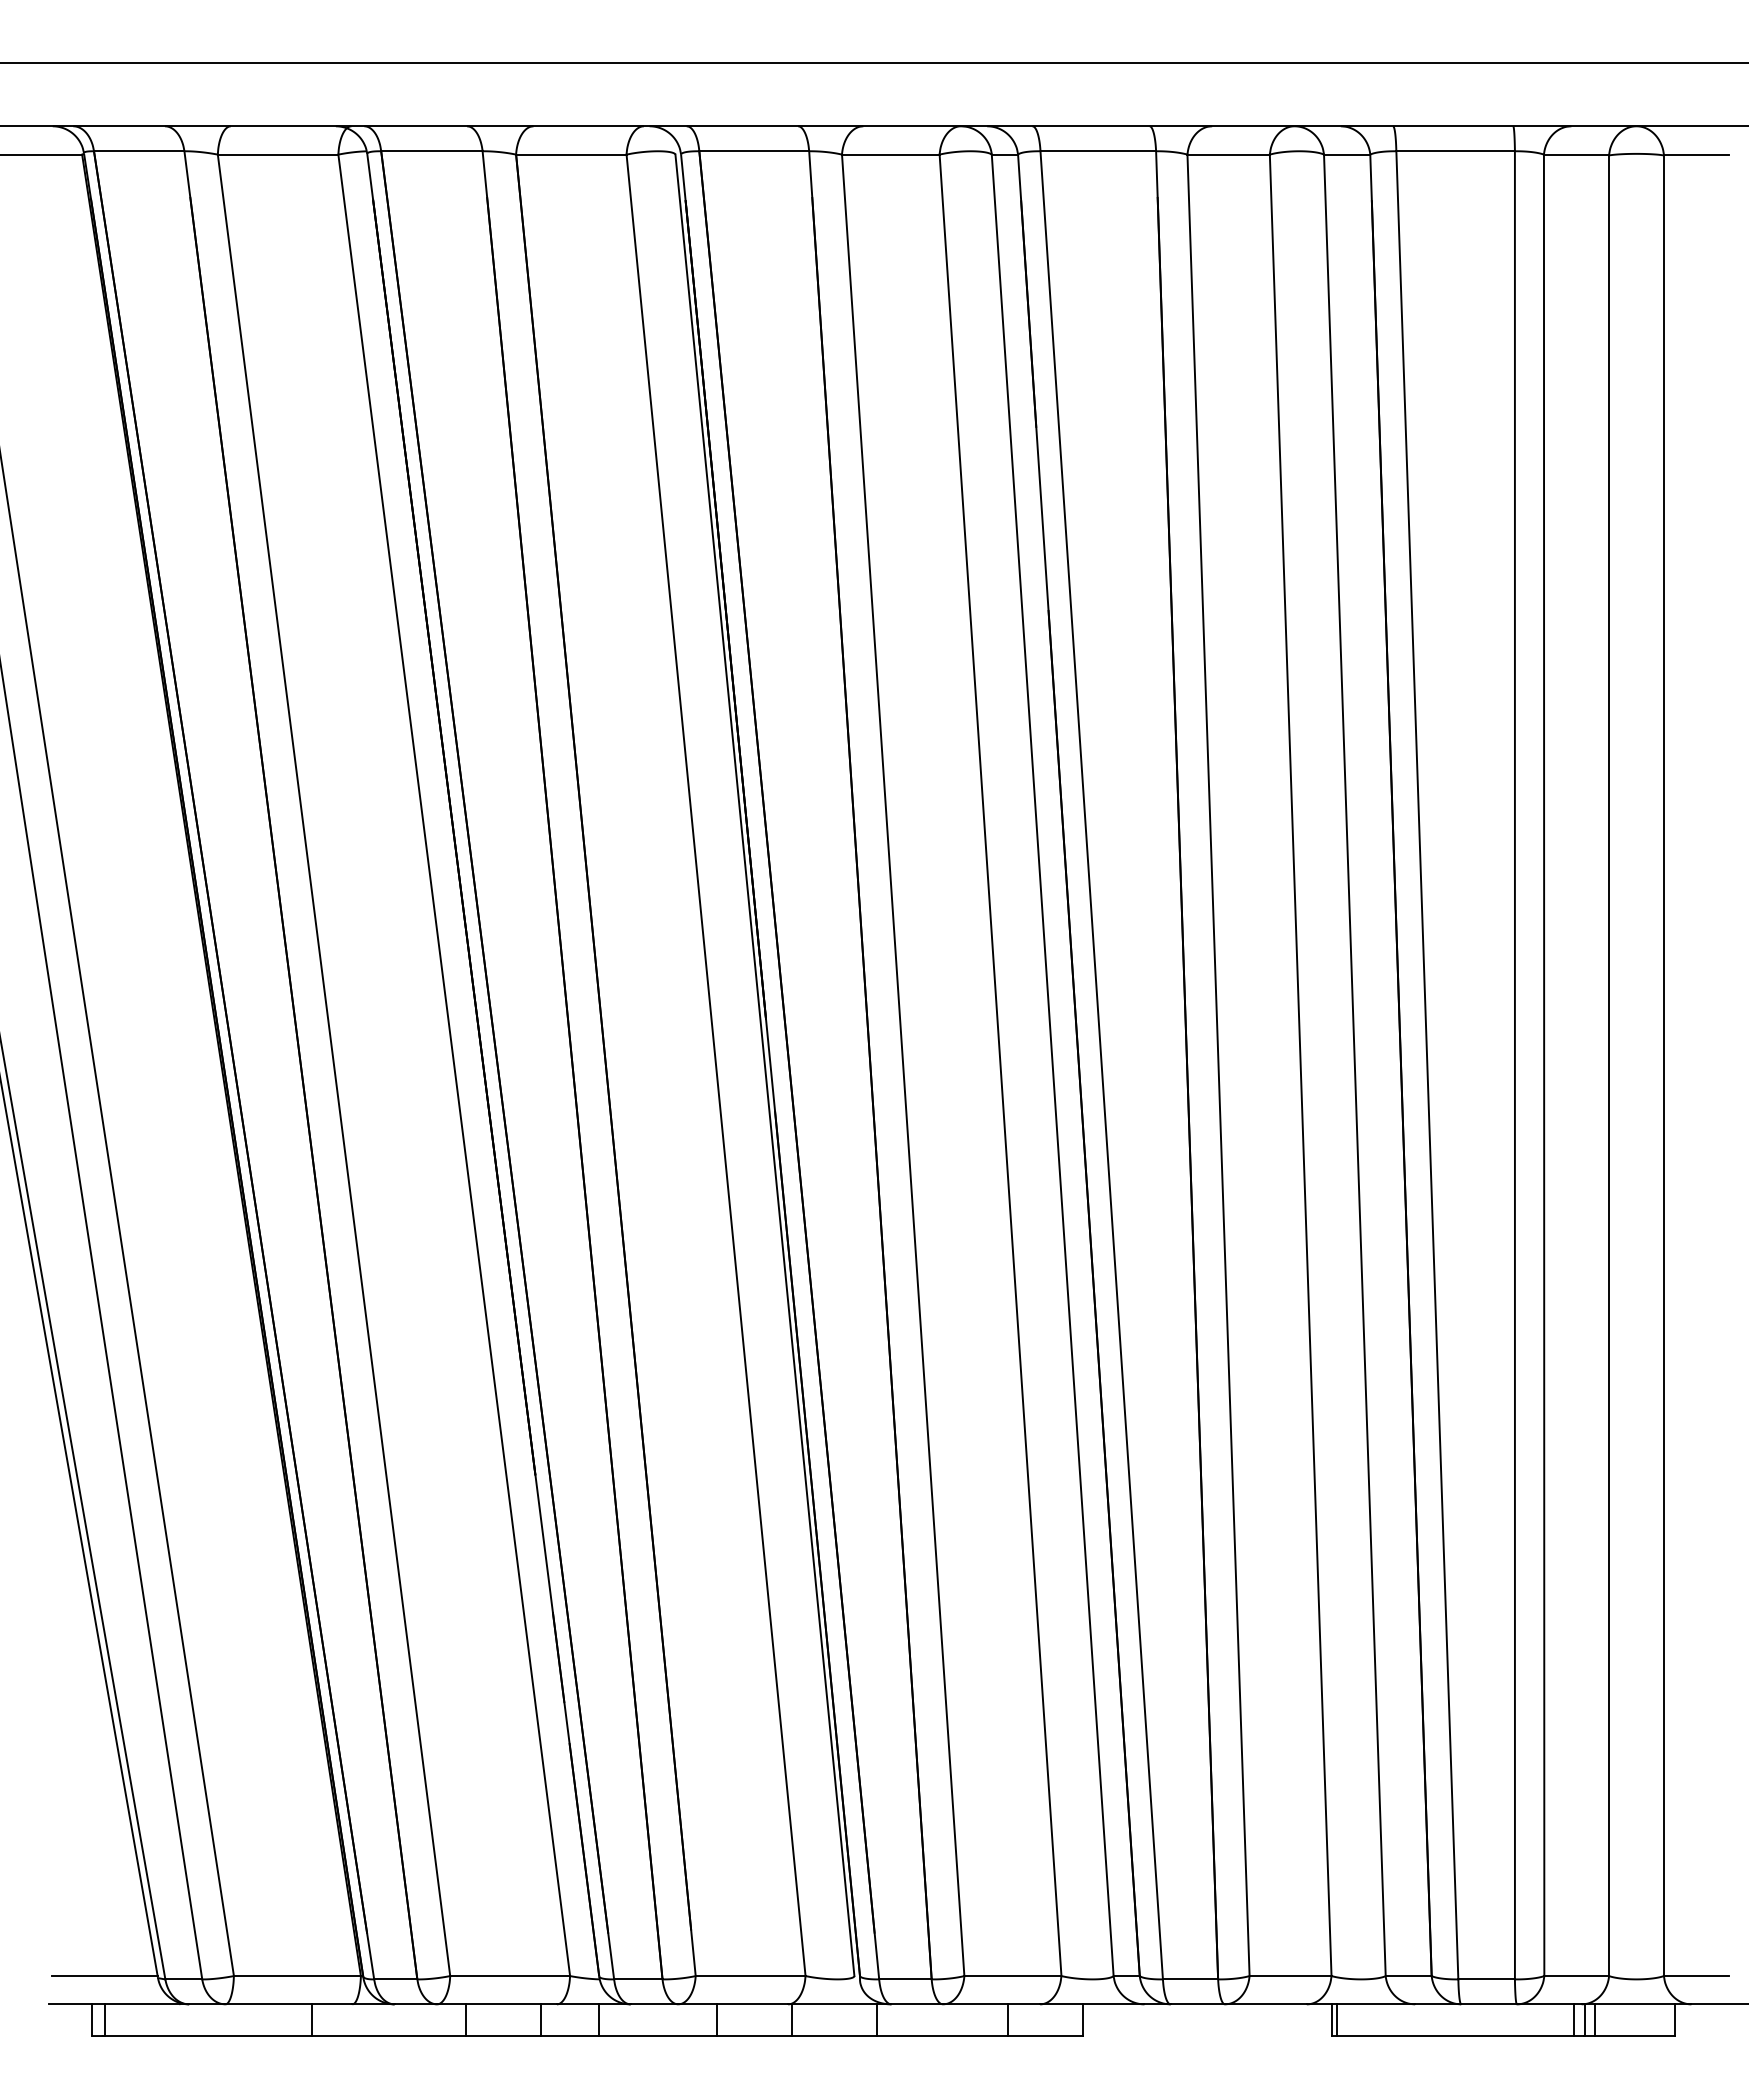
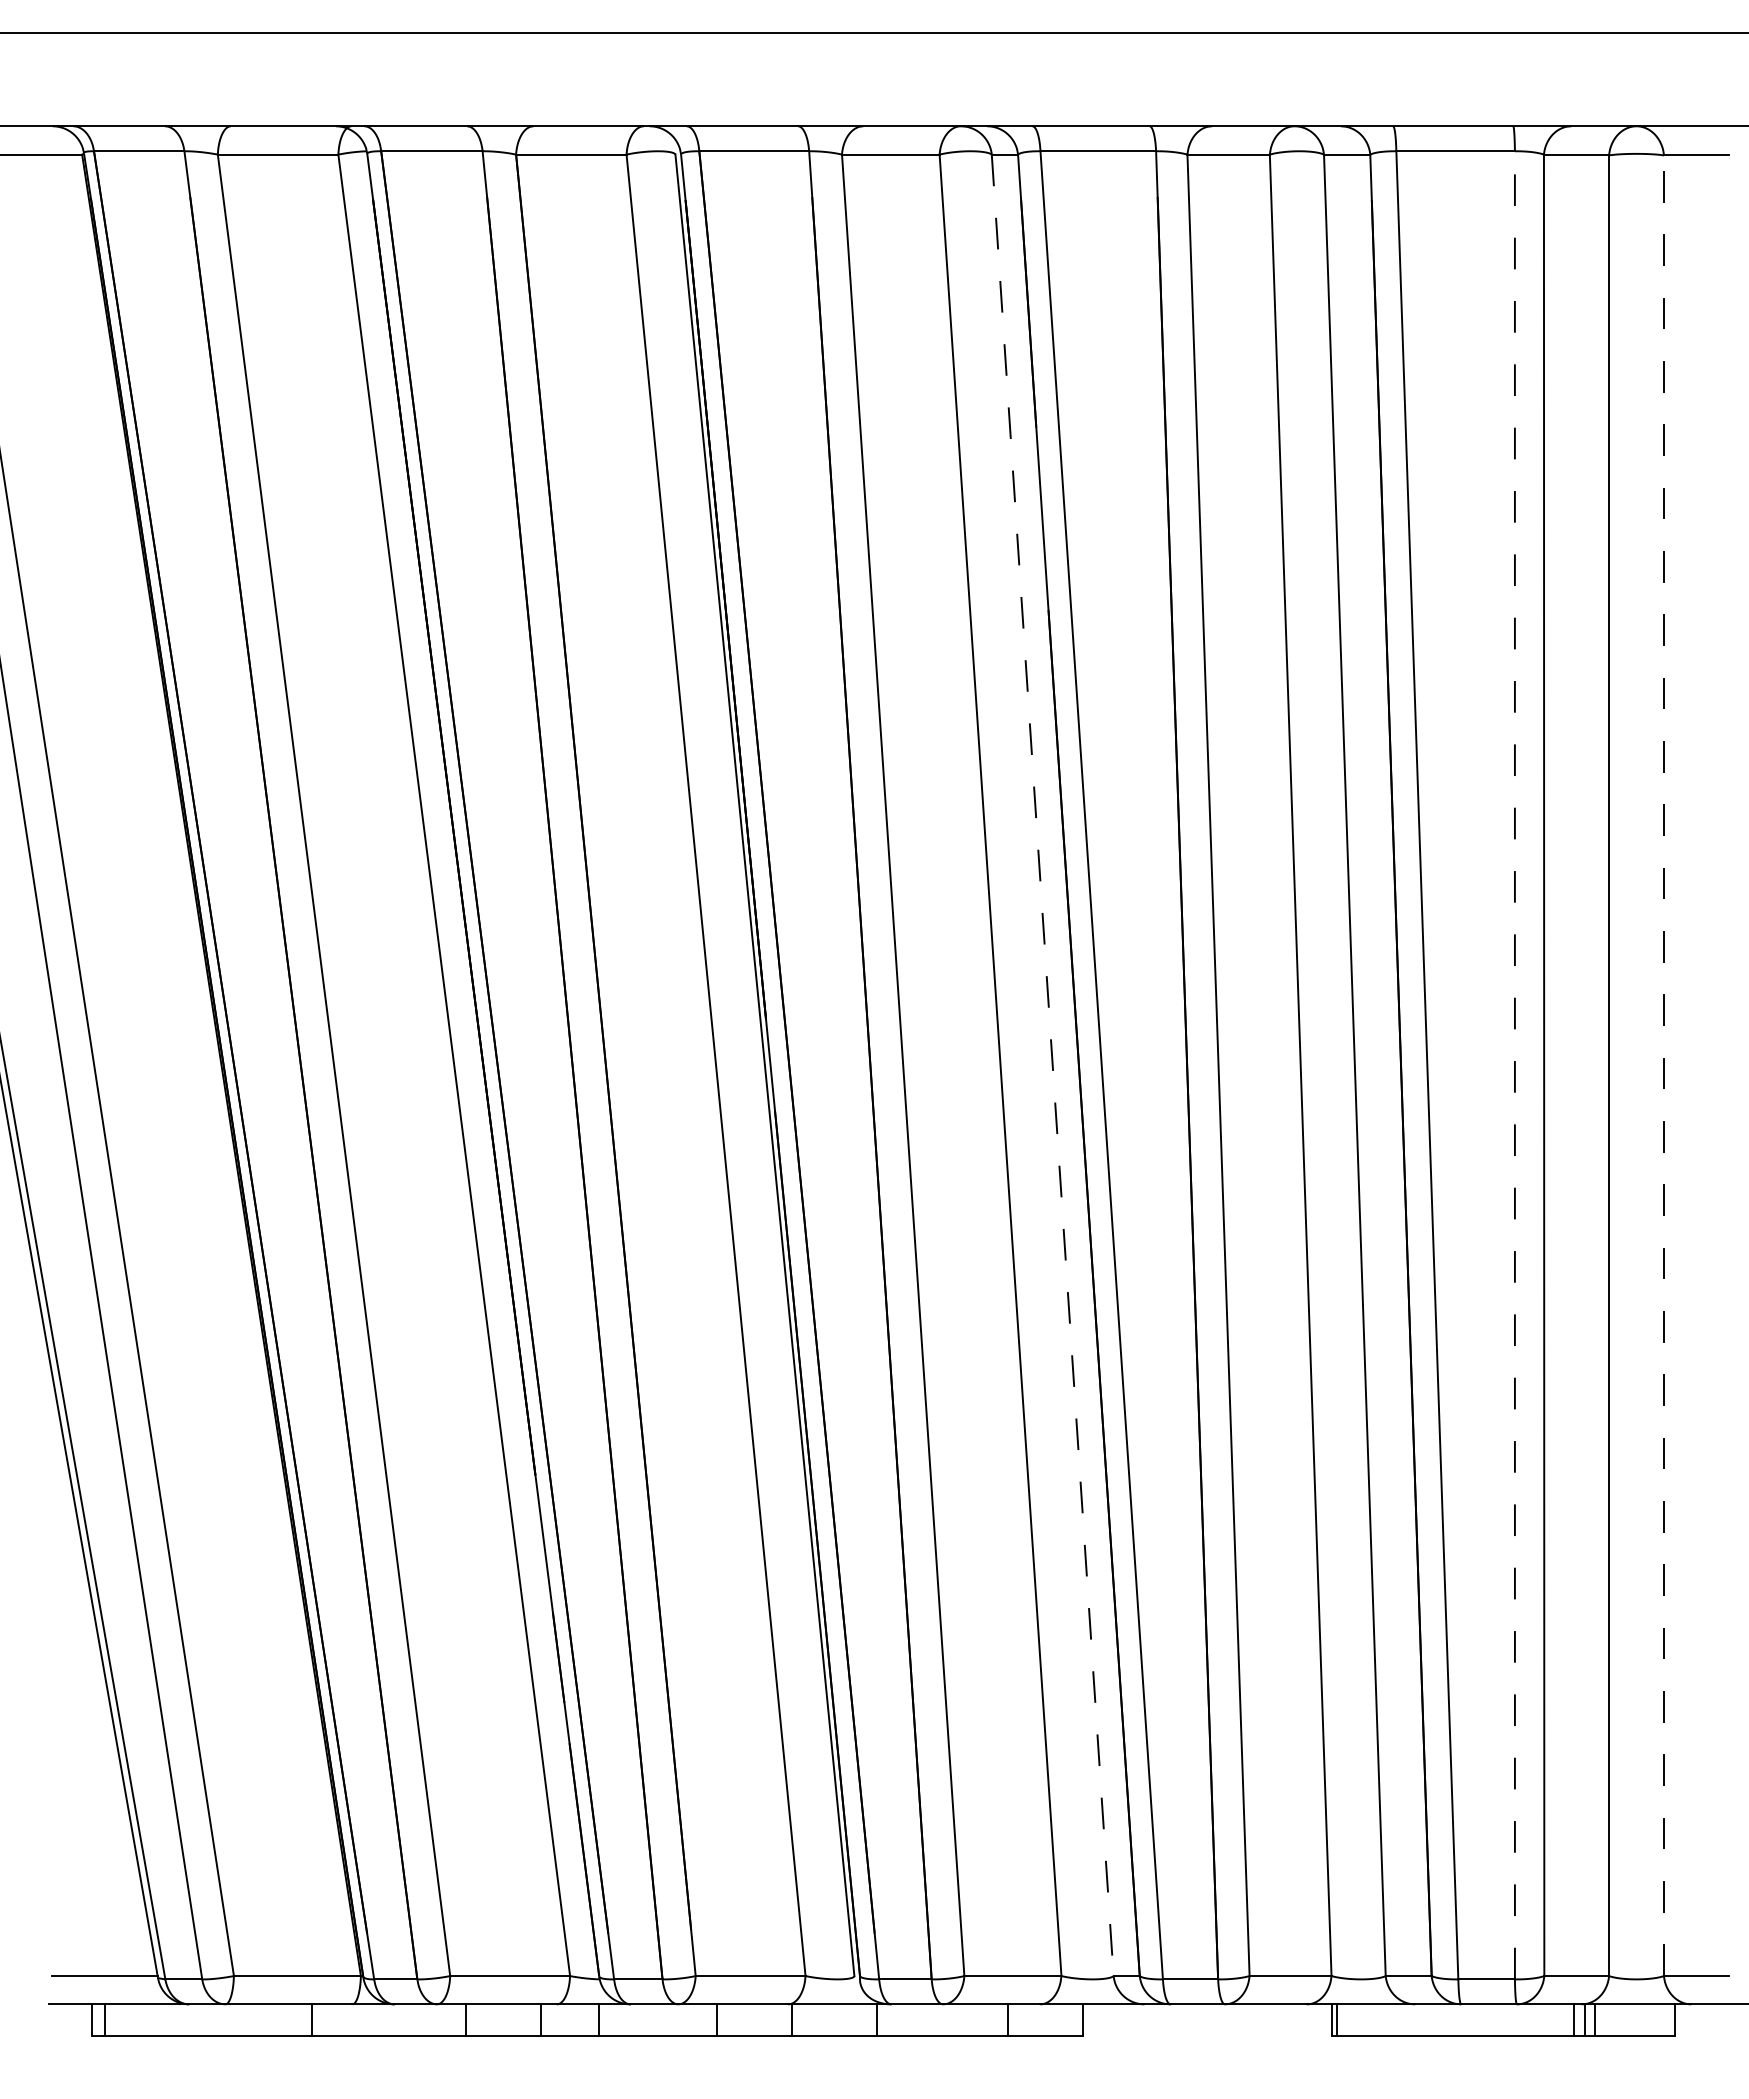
line at (873, 62) position: (873, 62) -> (873, 32)
line at (1514, 1064): solid -> dashed
line at (1052, 1065): solid -> dashed
line at (1663, 1065): solid -> dashed
